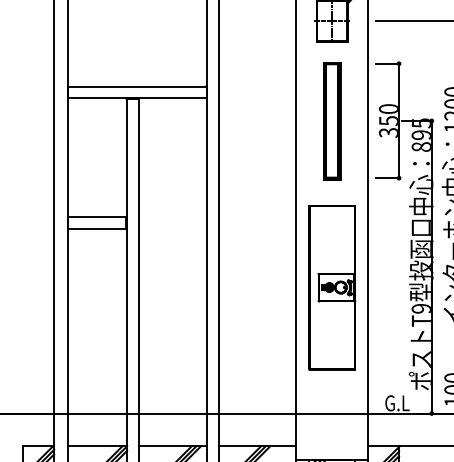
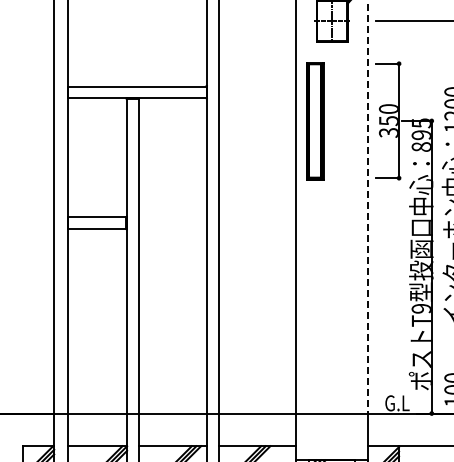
part at (332, 121) position: (332, 121) -> (315, 121)
line at (368, 207): solid -> dashed
part at (332, 287): present -> none
